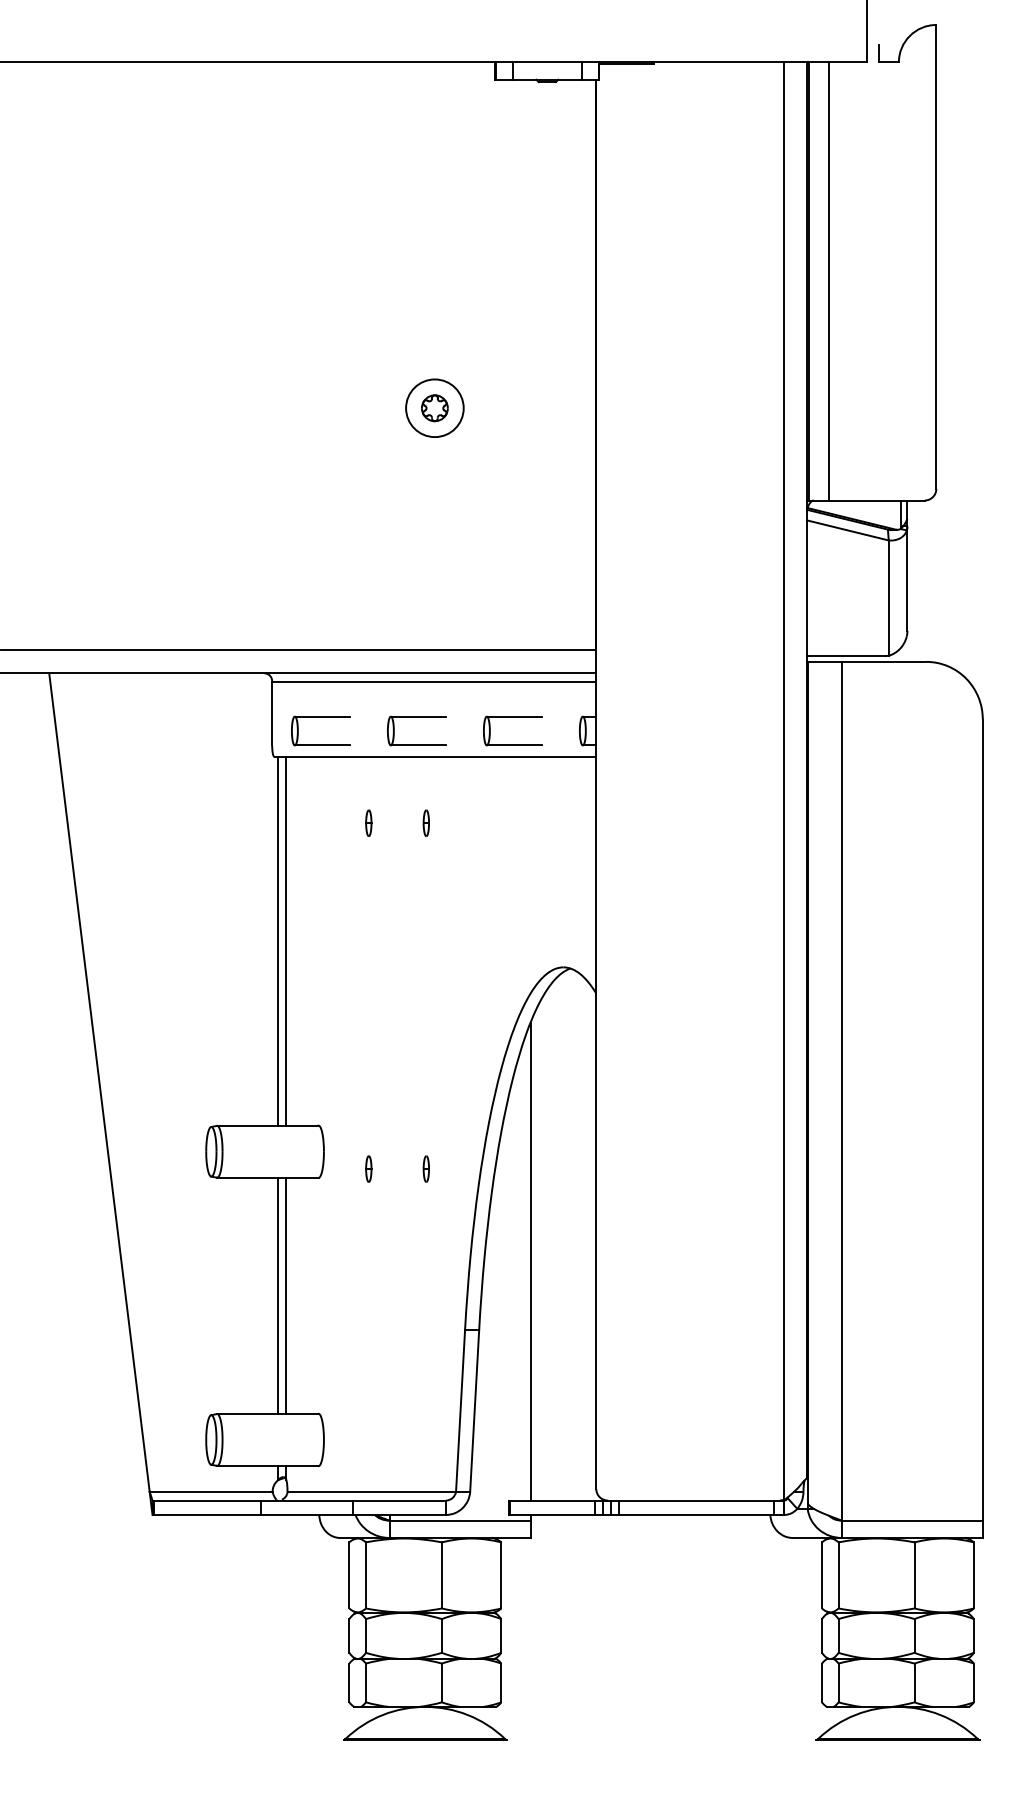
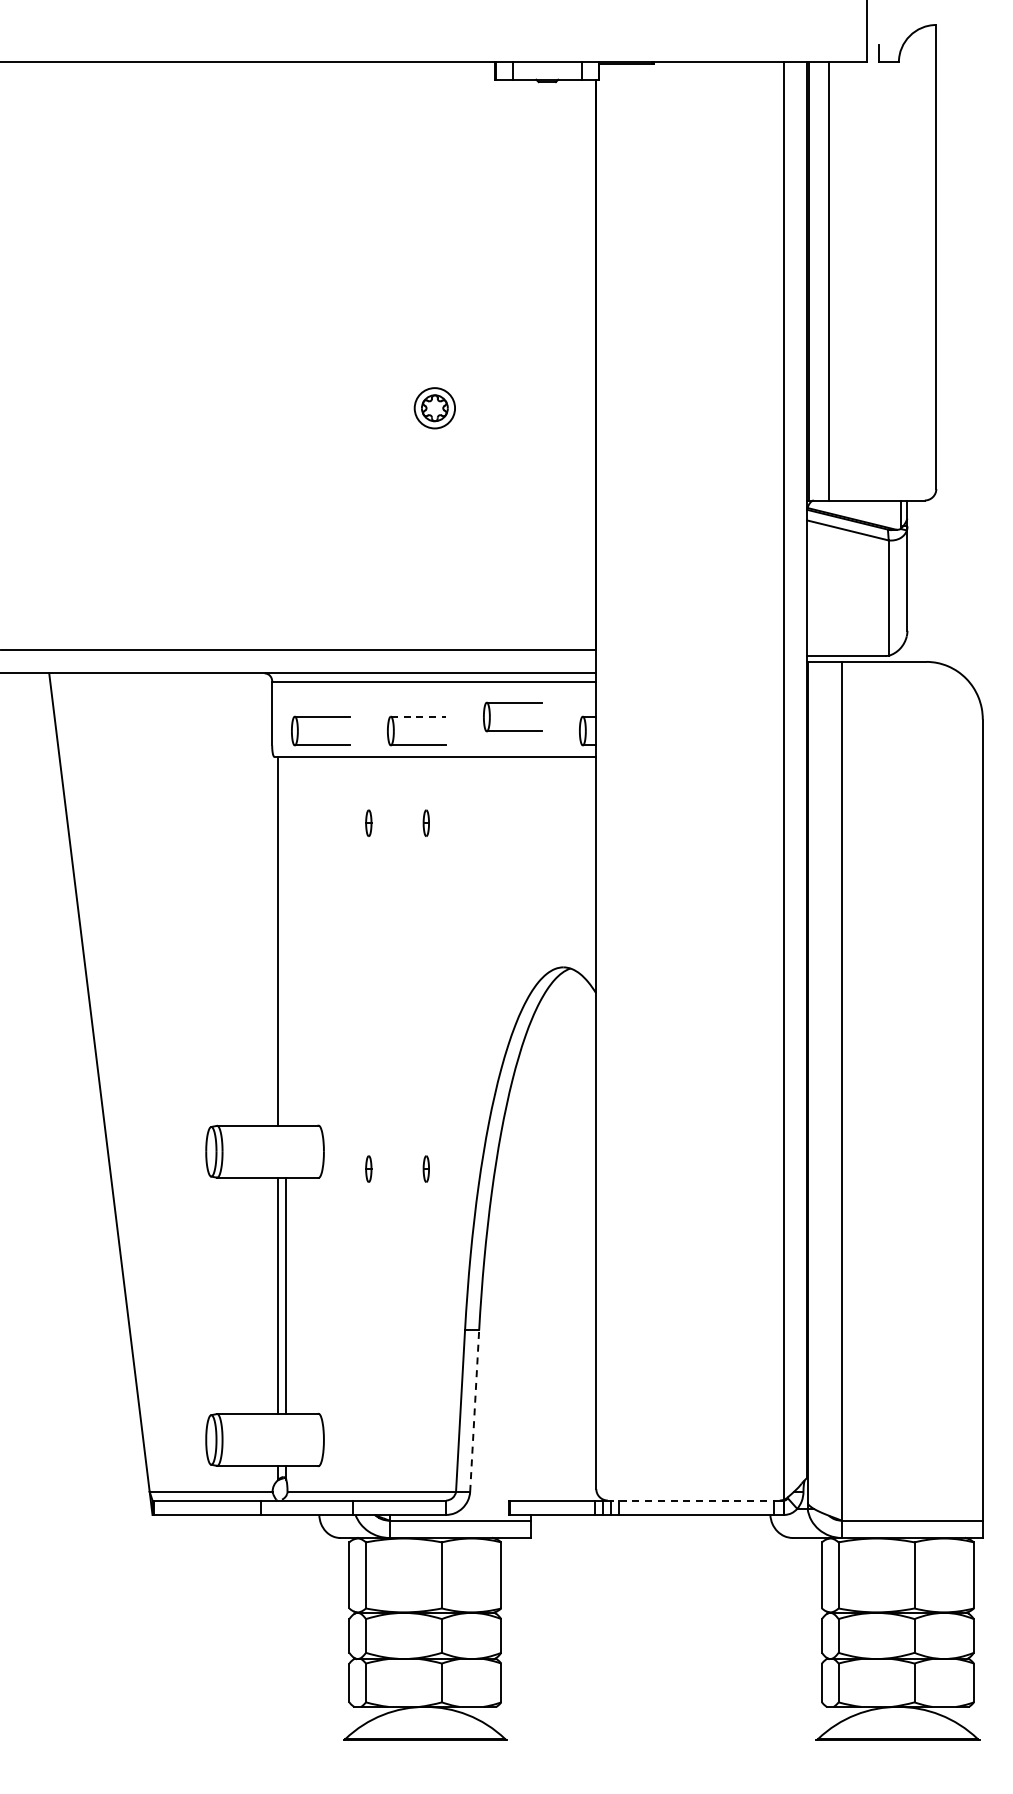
circle at (434, 408) diameter: 58 px -> 40 px
line at (418, 716): solid -> dashed
part at (512, 717) position: (512, 717) -> (512, 703)
line at (286, 941): present -> none
line at (530, 1261): present -> none
line at (474, 1411): solid -> dashed
line at (693, 1500): solid -> dashed
